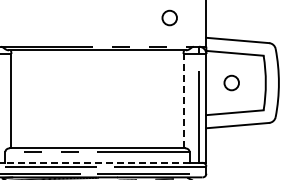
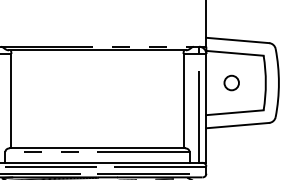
circle at (169, 17): present -> none
line at (183, 100): dashed -> solid
line at (96, 162): dashed -> solid
